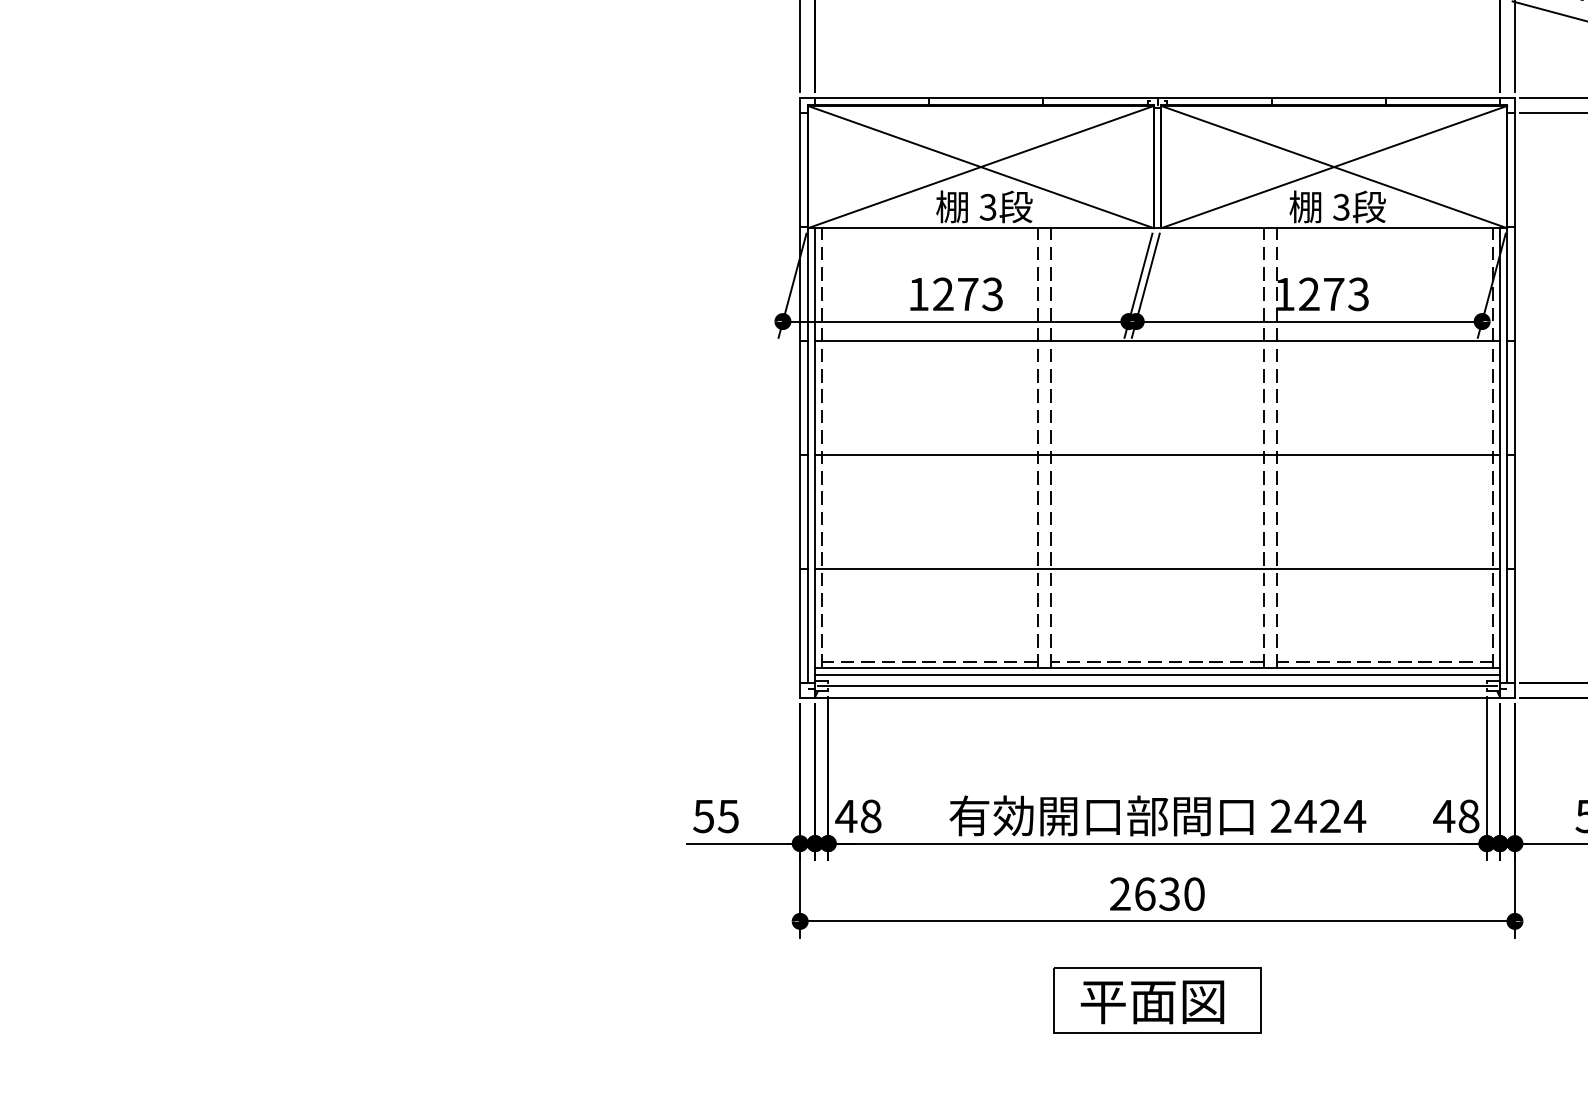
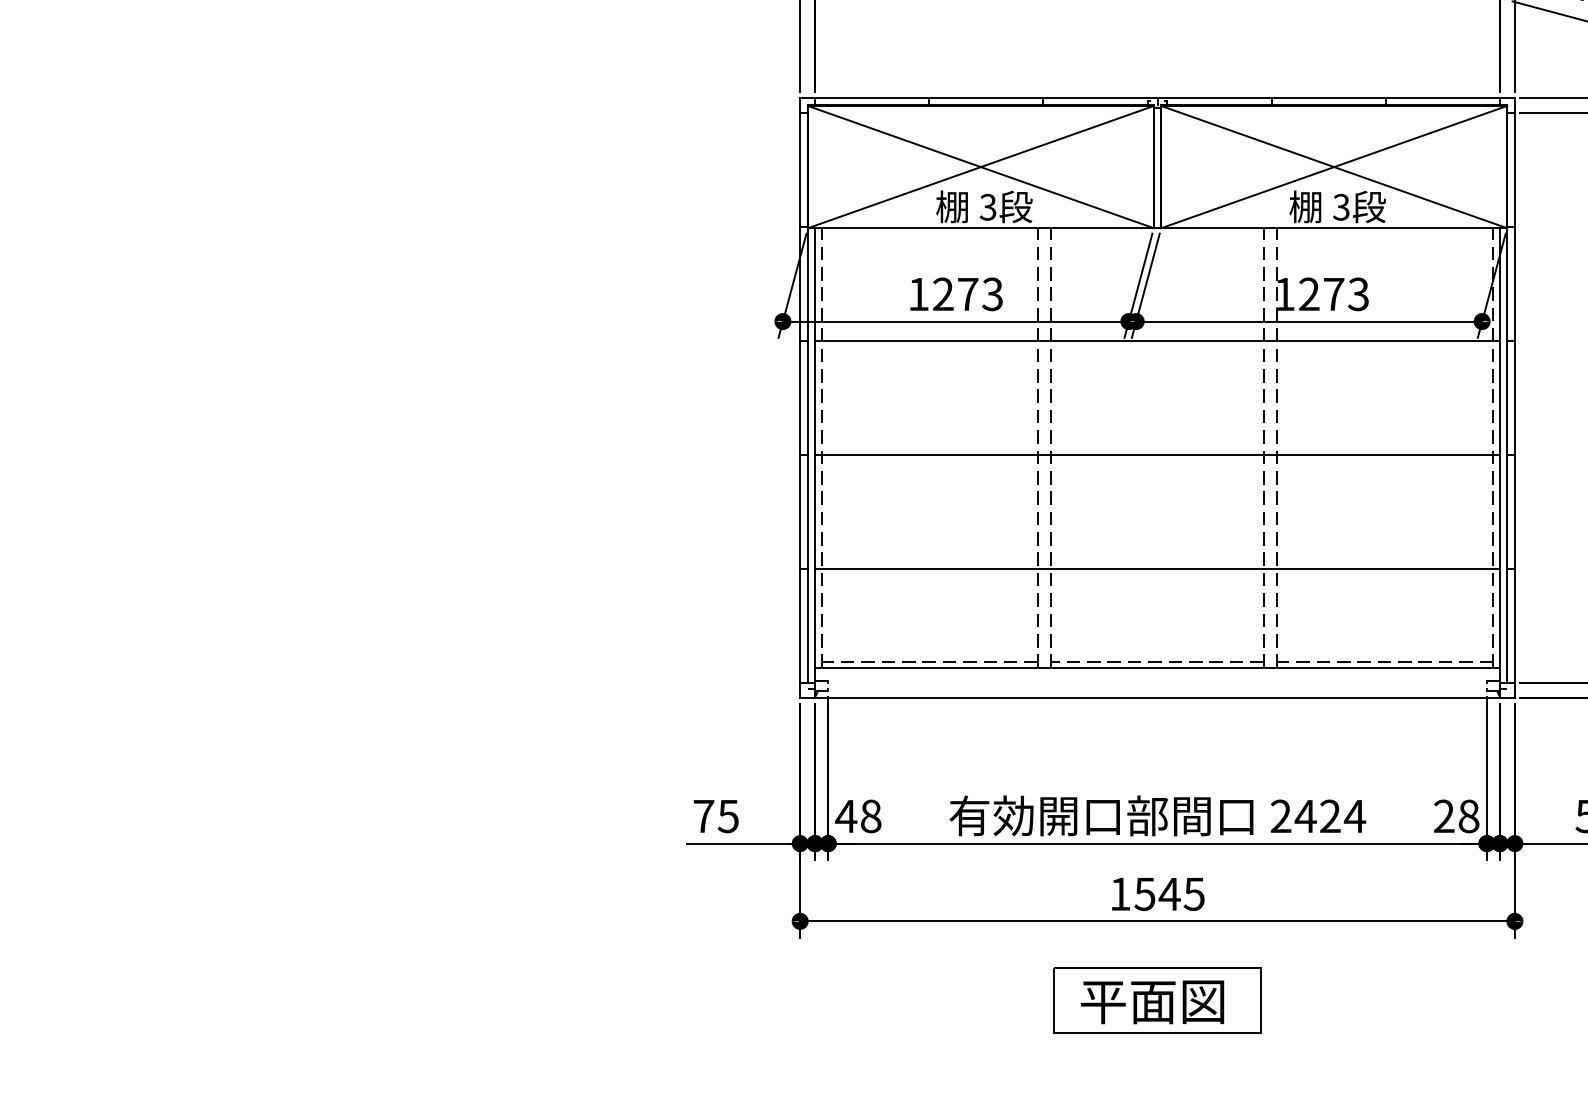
line at (1157, 675): present -> none
line at (1157, 686): present -> none
text at (1444, 815): 48 -> 28
text at (703, 816): 55 -> 75
text at (1157, 893): 2630 -> 1545
